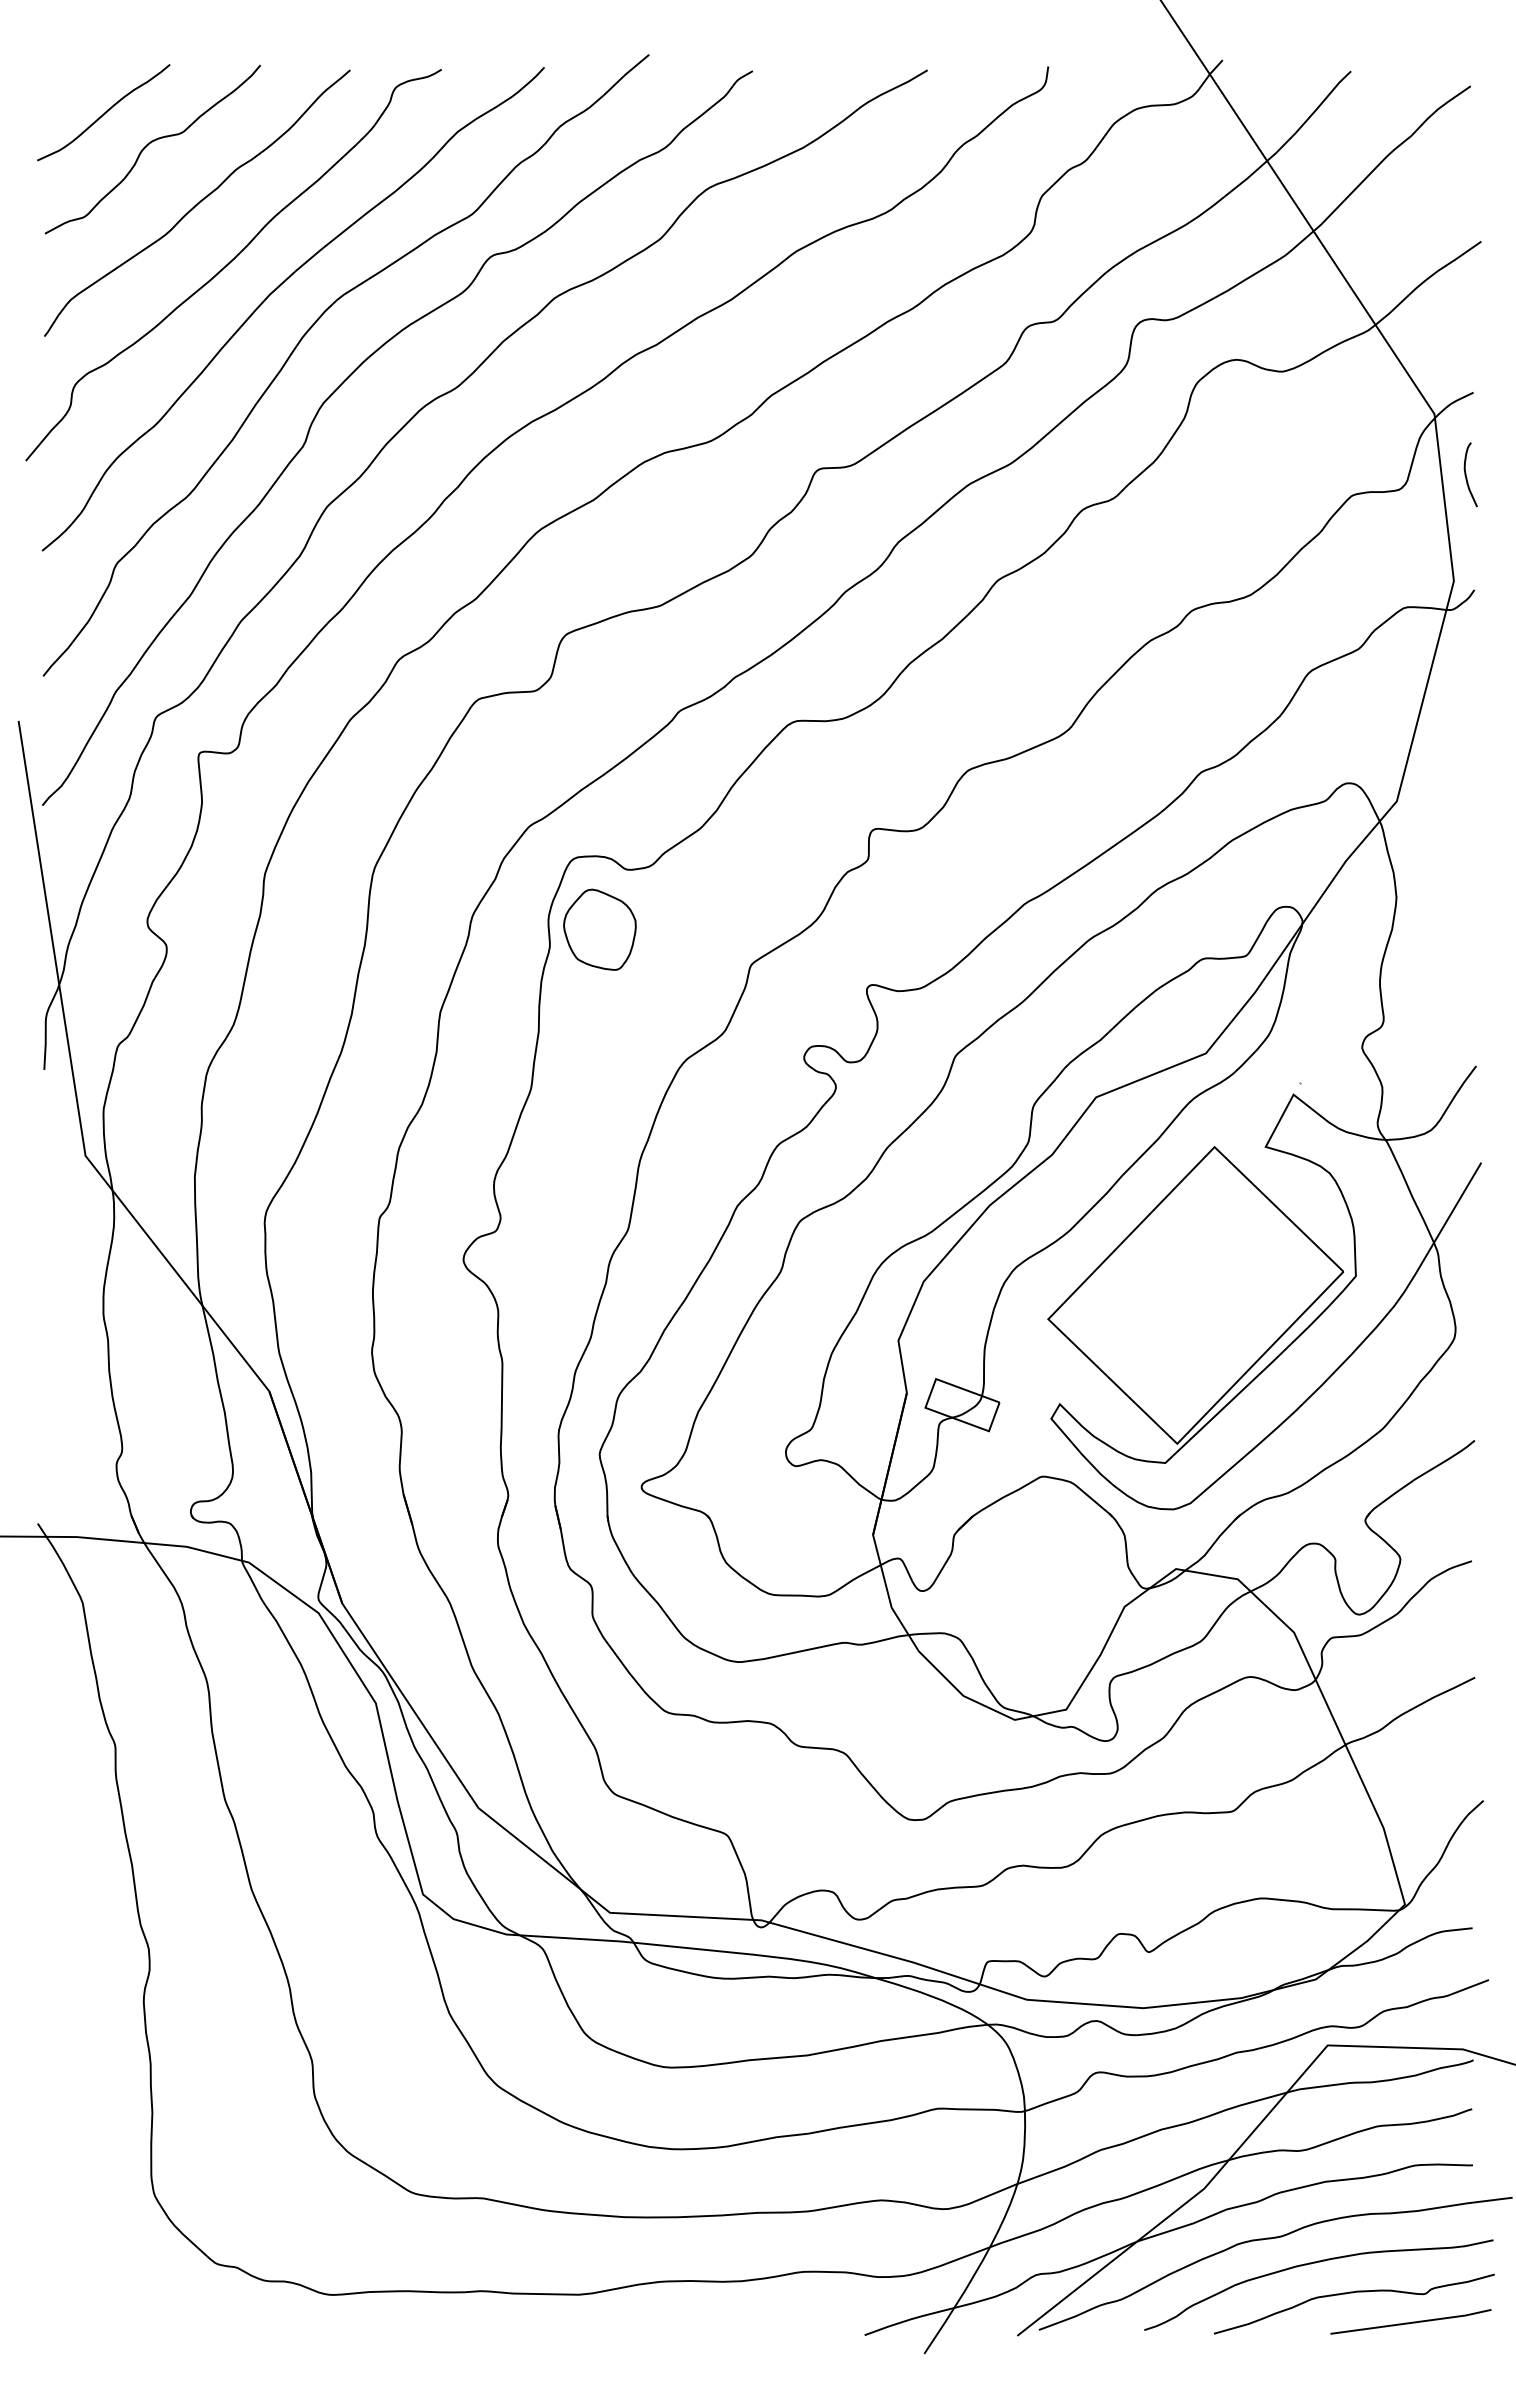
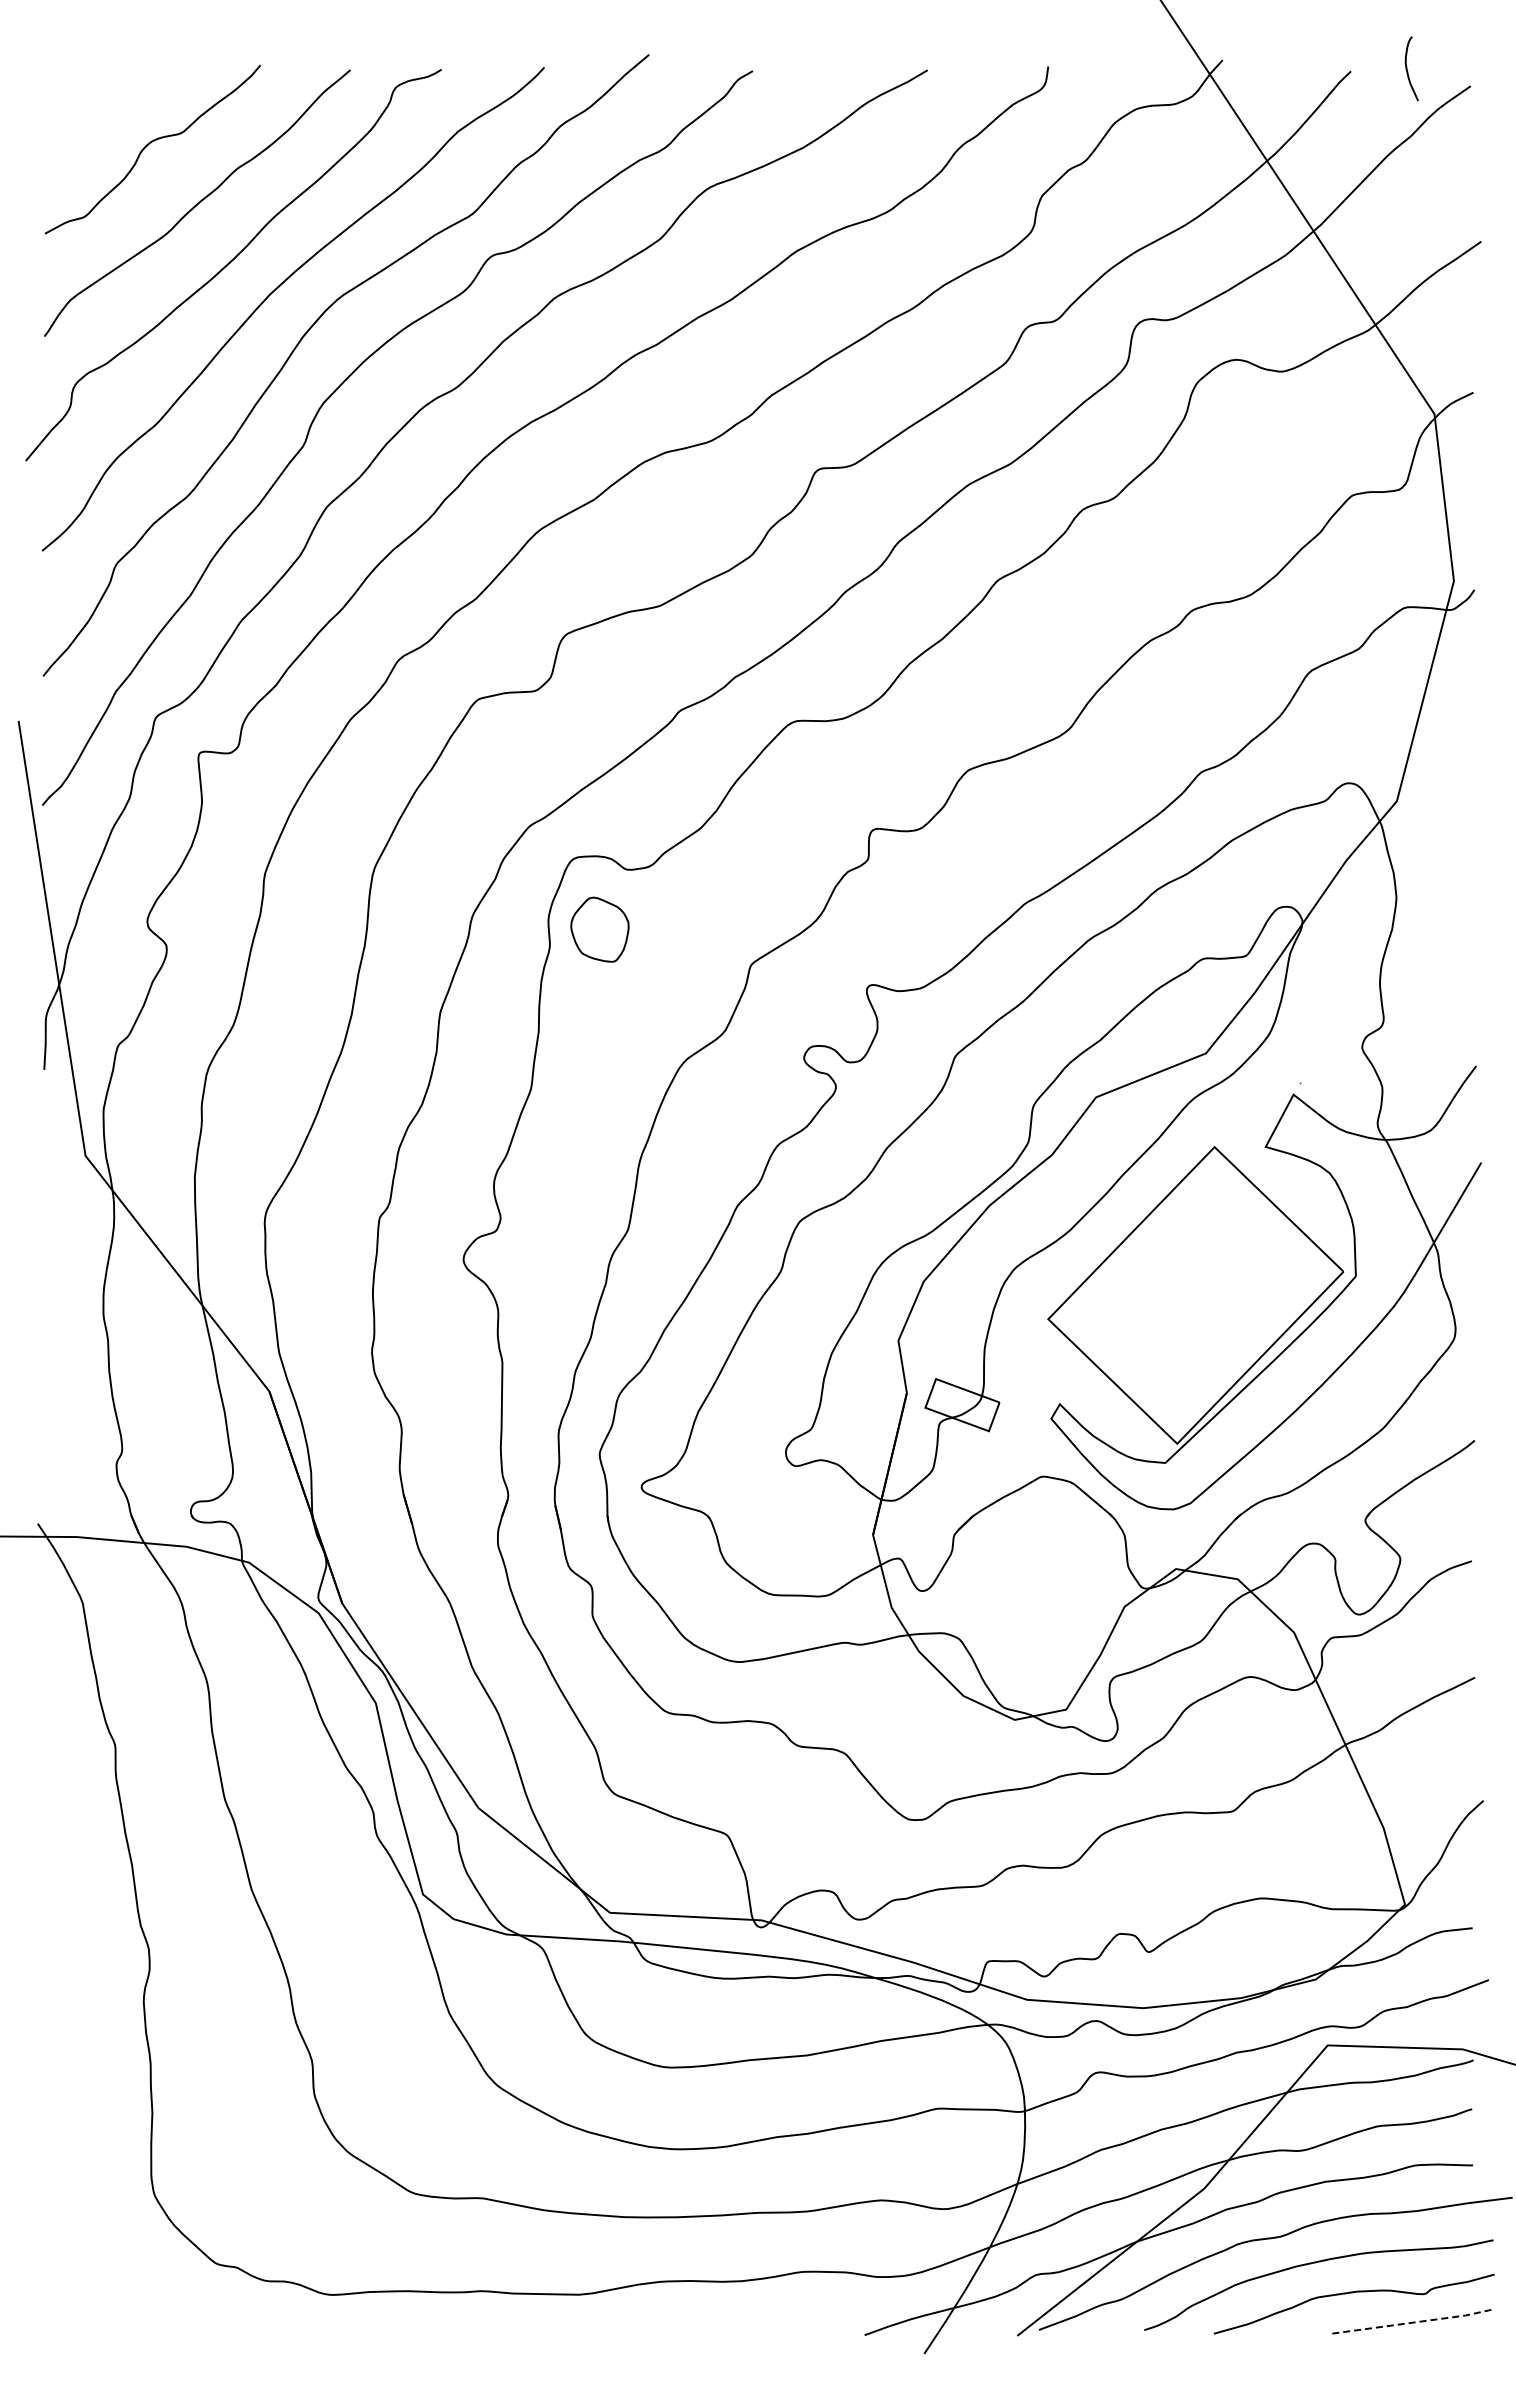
curve at (104, 112): present -> none
curve at (1466, 474) position: (1466, 474) -> (1407, 68)
part at (599, 929) size: 74x83 px -> 60x67 px
line at (1411, 2322): solid -> dashed
